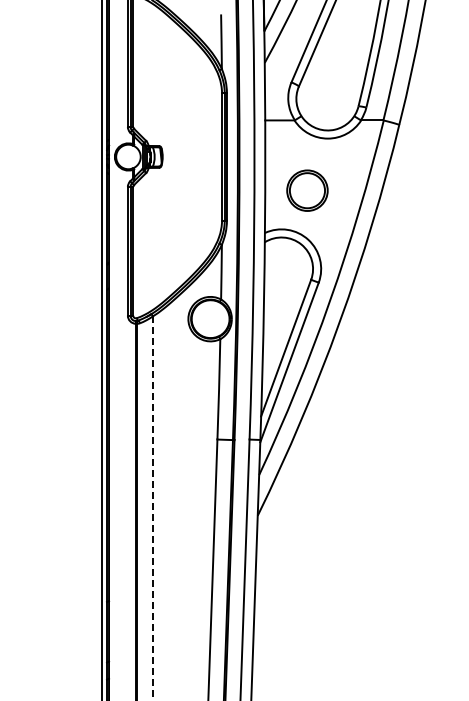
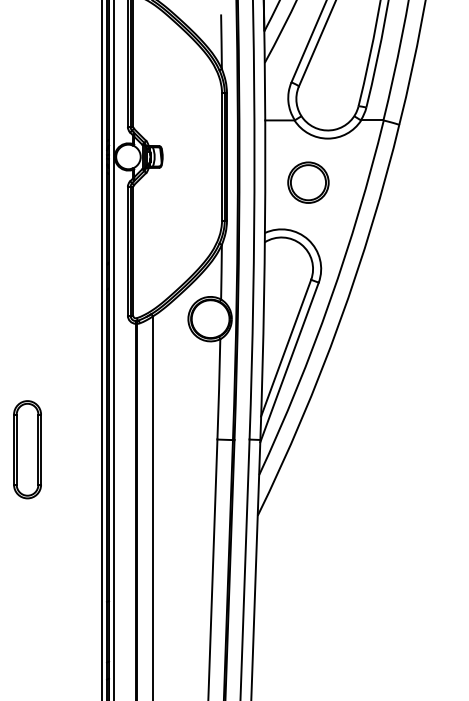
part at (307, 190) position: (307, 190) -> (308, 182)
line at (114, 349): none -> present
part at (27, 449): none -> present
line at (152, 508): dashed -> solid
